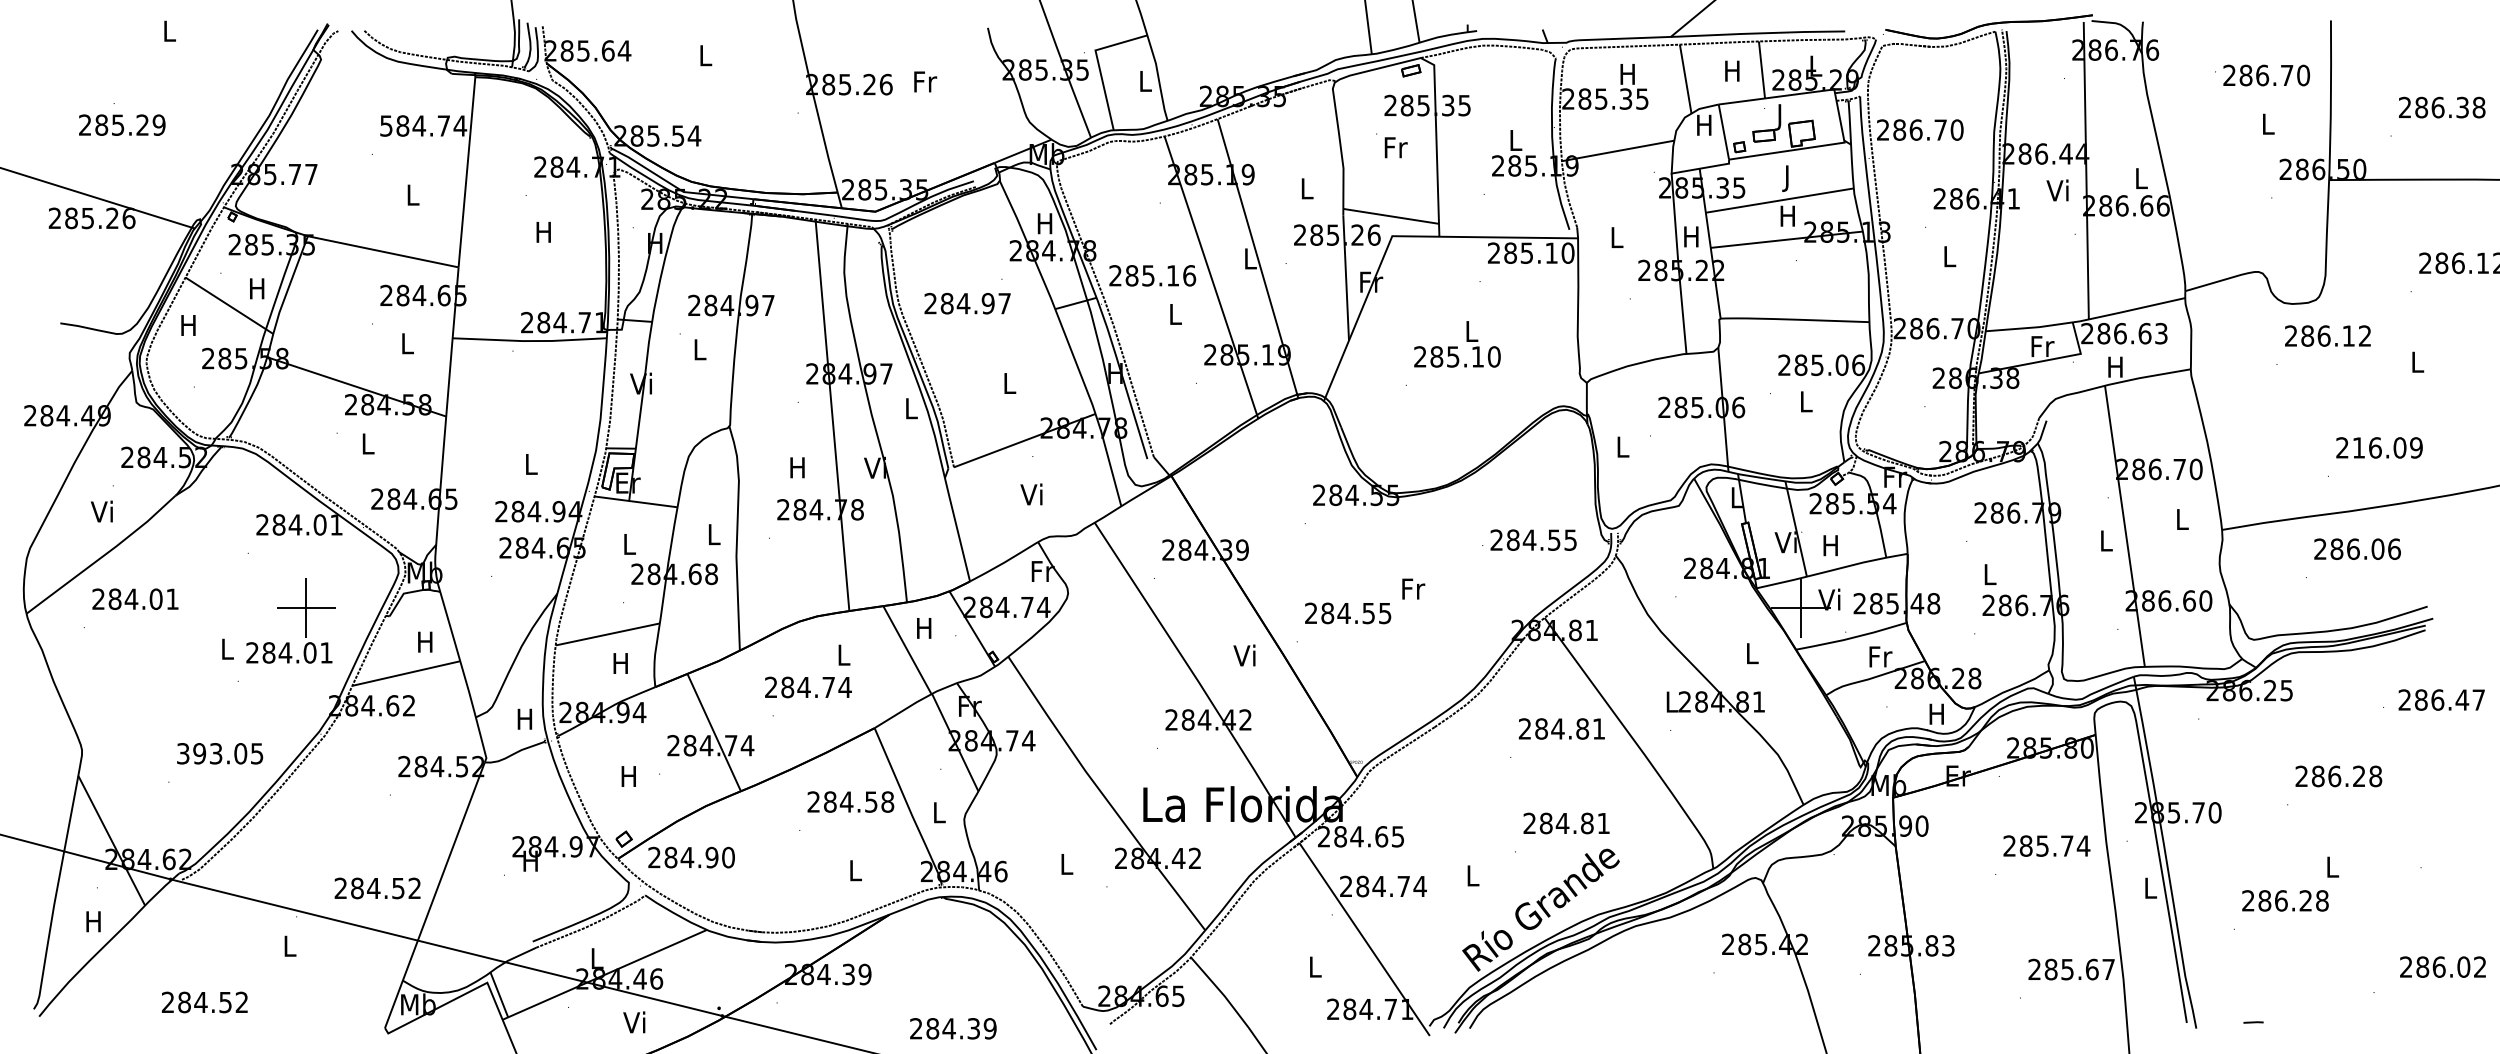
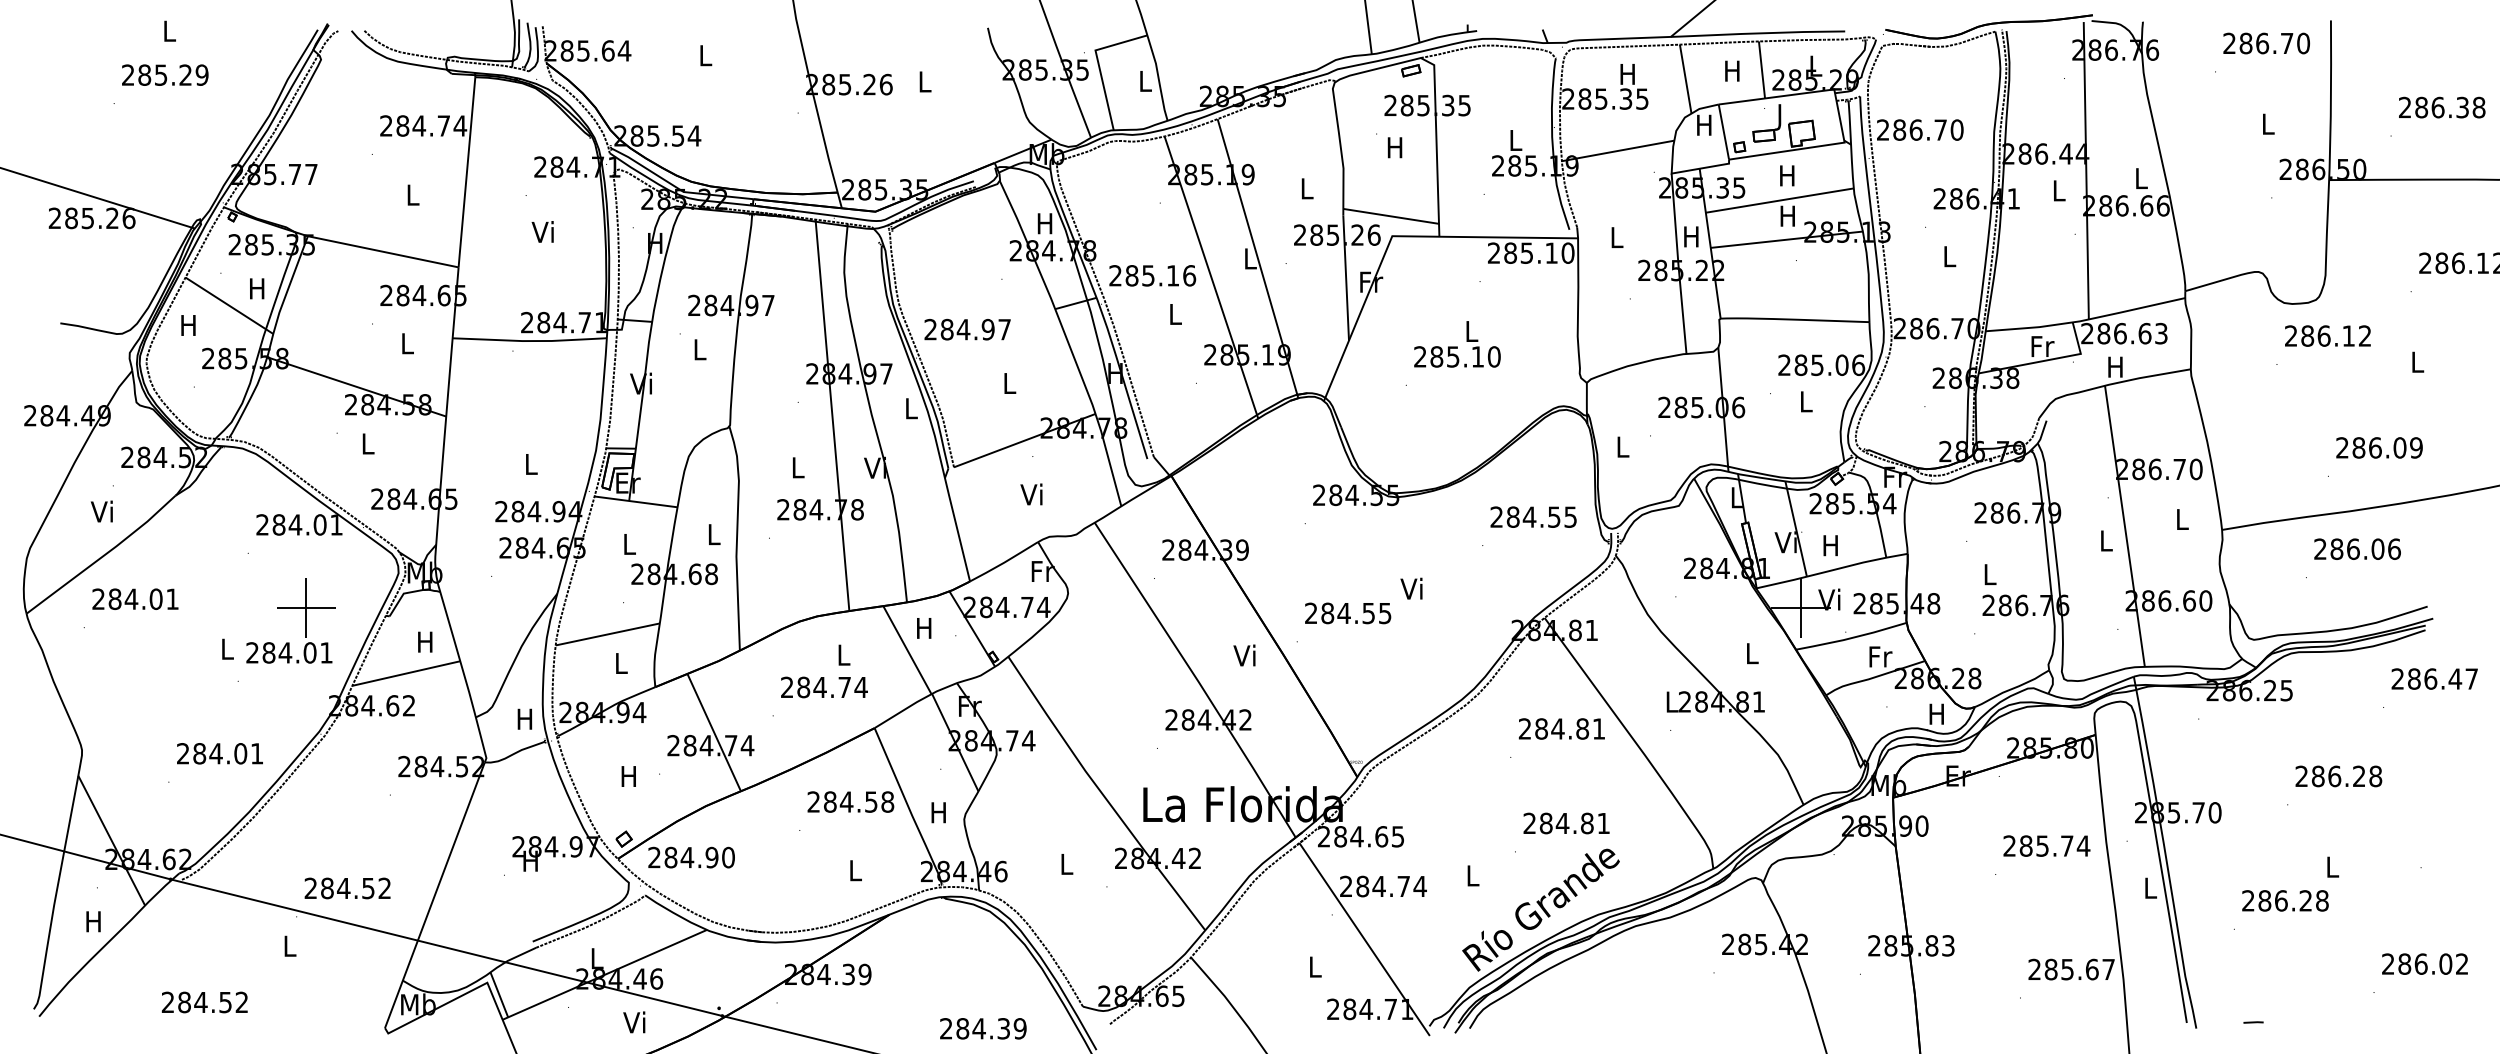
text at (2266, 75) position: (2266, 75) -> (2266, 43)
text at (925, 81): Fr -> L
text at (122, 124) position: (122, 124) -> (165, 74)
text at (386, 125): 584.74 -> 284.74
text at (1395, 147): Fr -> H
text at (1787, 178): J -> H
text at (2057, 190): Vi -> L
text at (542, 231): H -> Vi
text at (967, 303) position: (967, 303) -> (967, 329)
text at (2358, 447): 216.09 -> 286.09
text at (797, 467): H -> L
text at (1533, 539) position: (1533, 539) -> (1533, 516)
text at (1412, 588): Fr -> Vi
text at (620, 663): H -> L
text at (808, 687) position: (808, 687) -> (824, 687)
text at (2441, 699) position: (2441, 699) -> (2434, 678)
text at (220, 753): 393.05 -> 284.01
text at (938, 812): L -> H
text at (377, 888) position: (377, 888) -> (347, 888)
text at (2442, 966) position: (2442, 966) -> (2424, 963)
text at (953, 1028) position: (953, 1028) -> (983, 1028)
